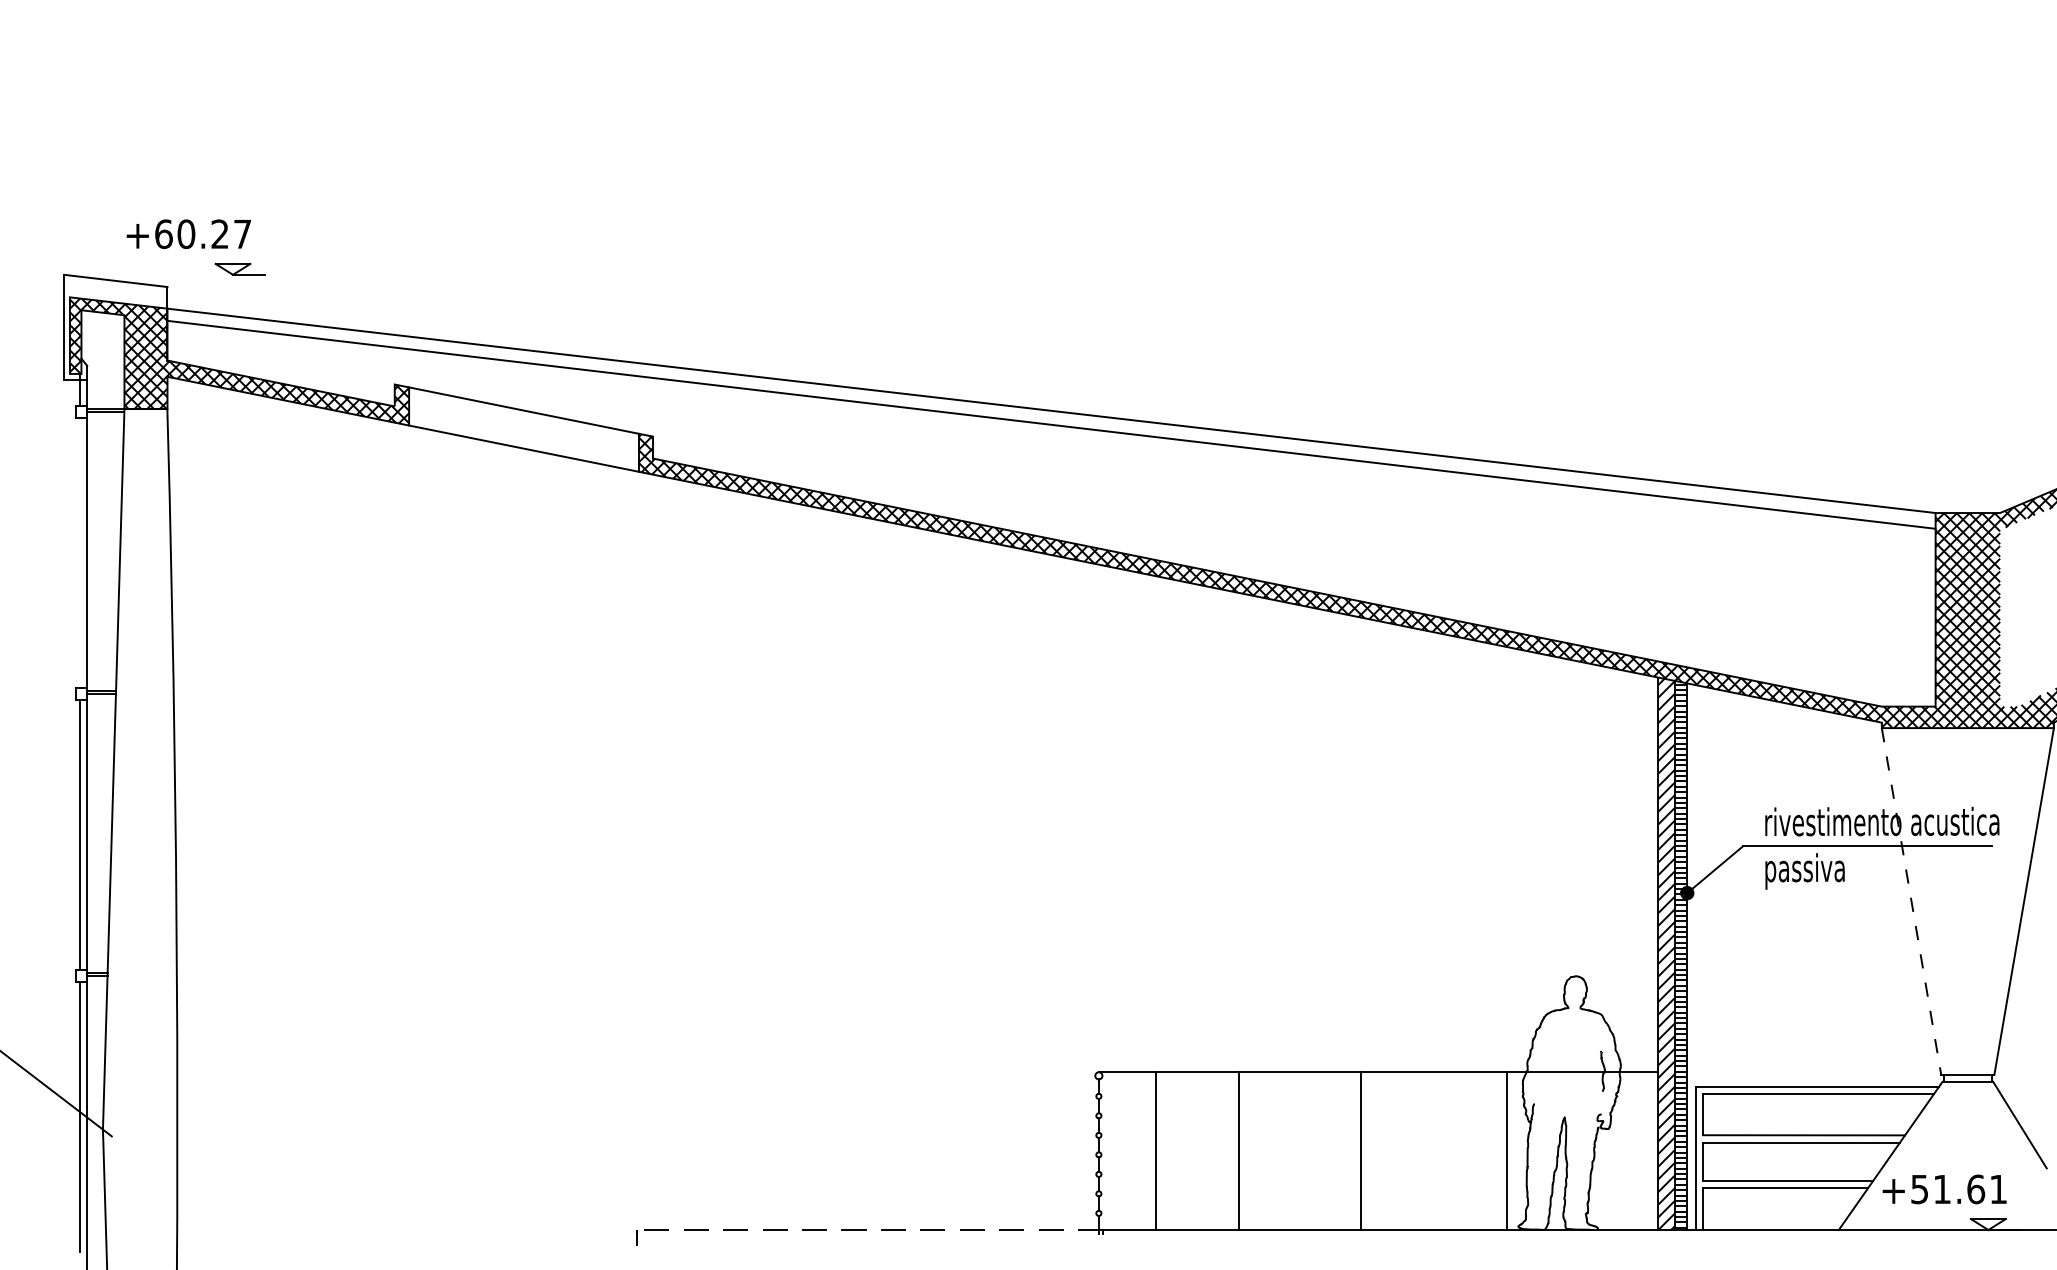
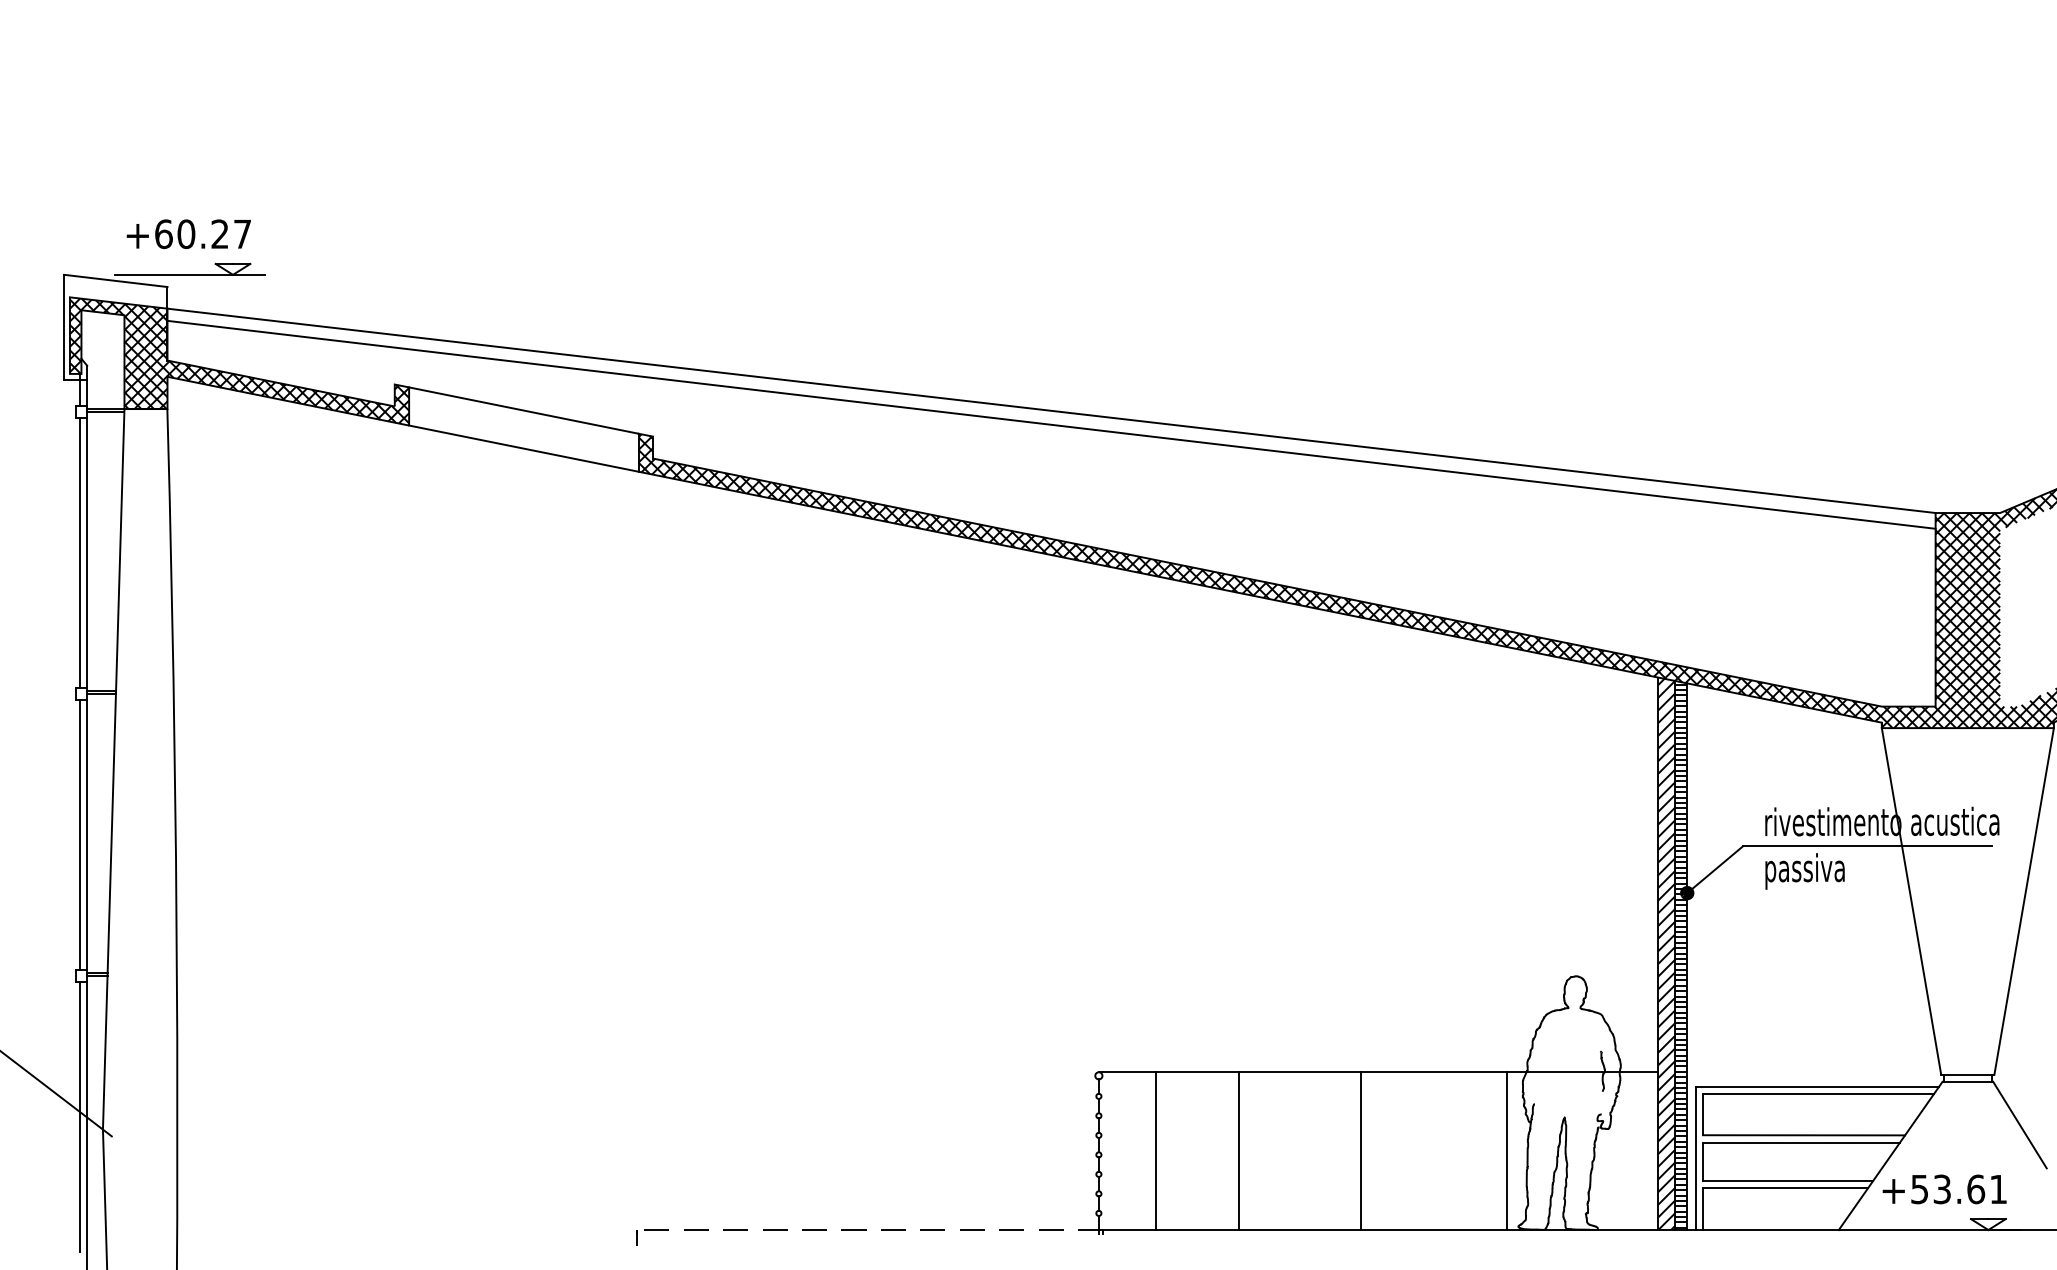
line at (173, 274): none -> present
line at (80, 552): none -> present
line at (1911, 901): dashed -> solid
text at (1941, 1189): +51.61 -> +53.61
